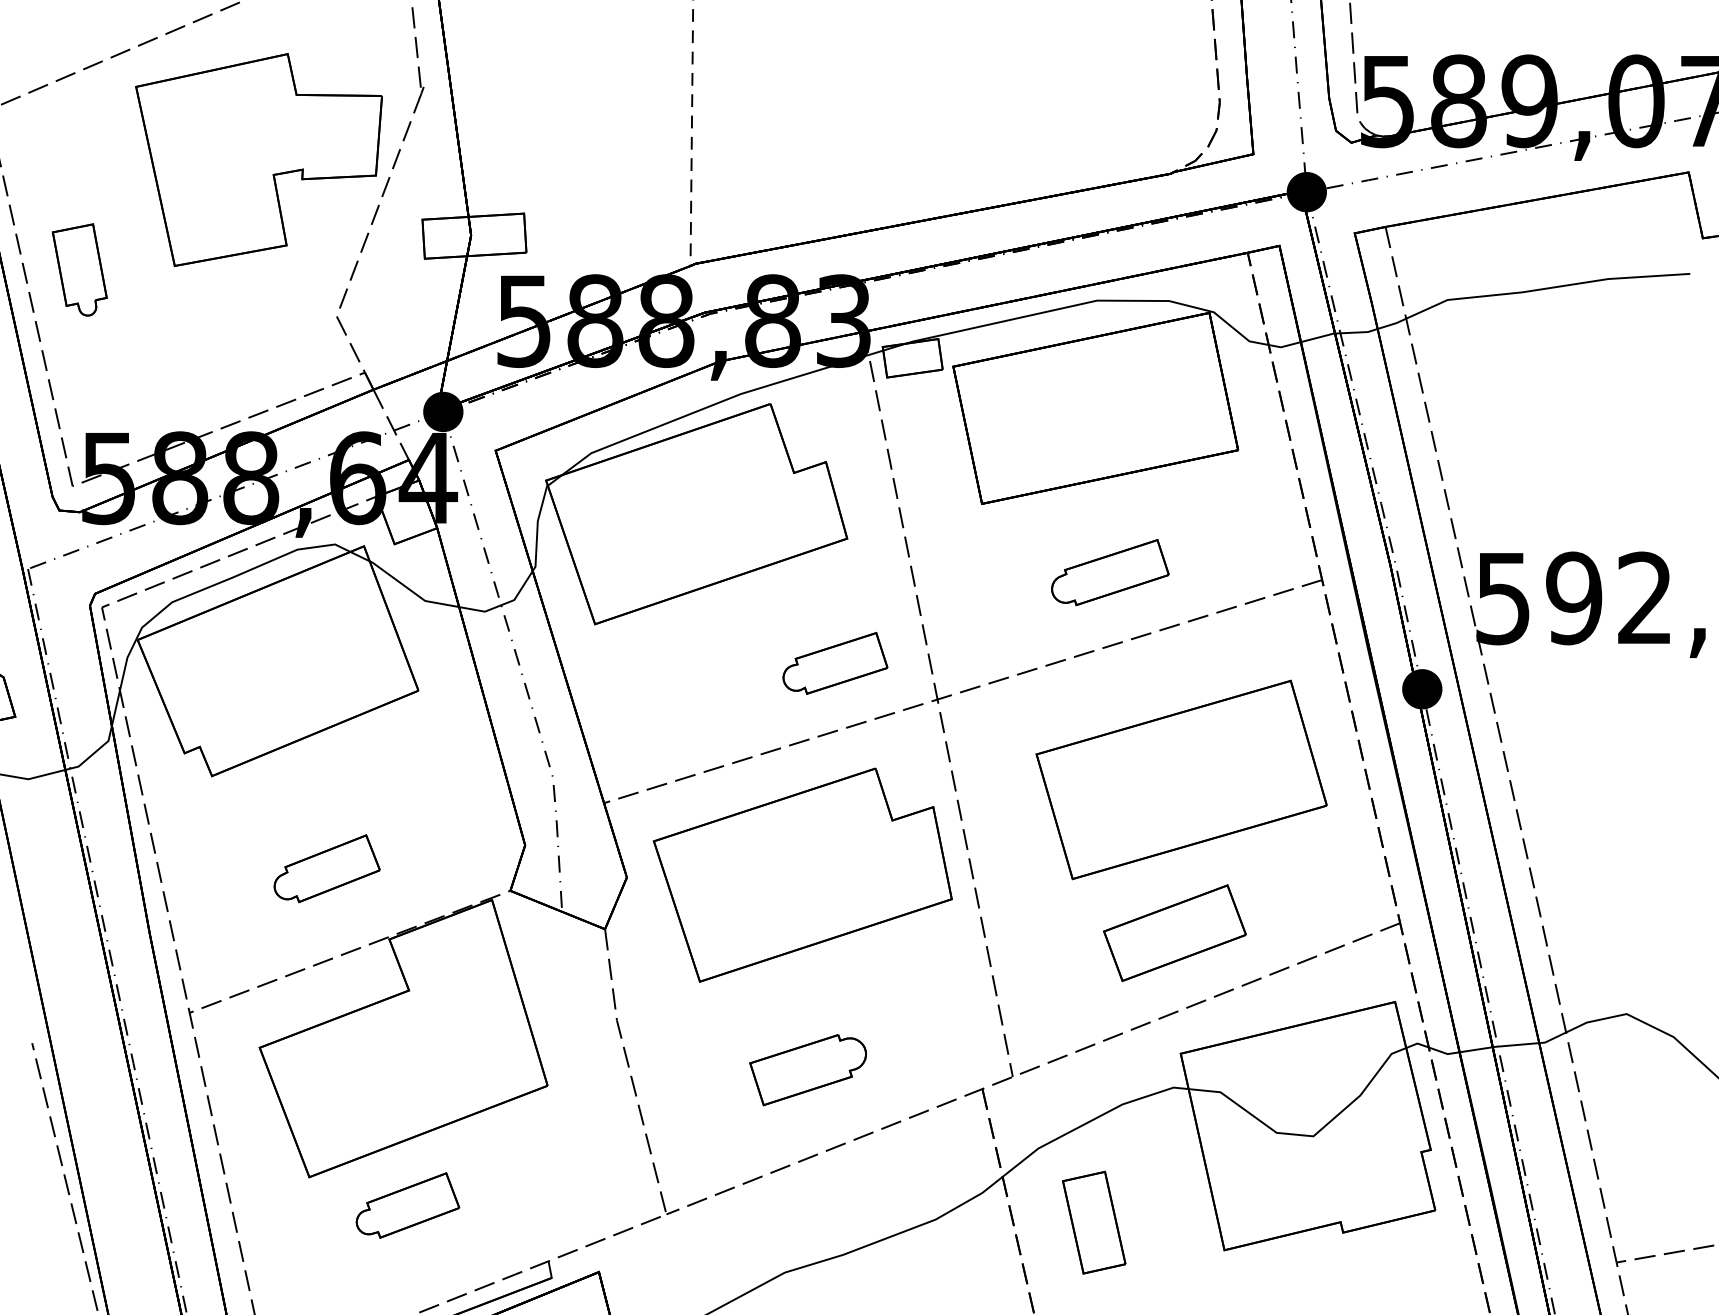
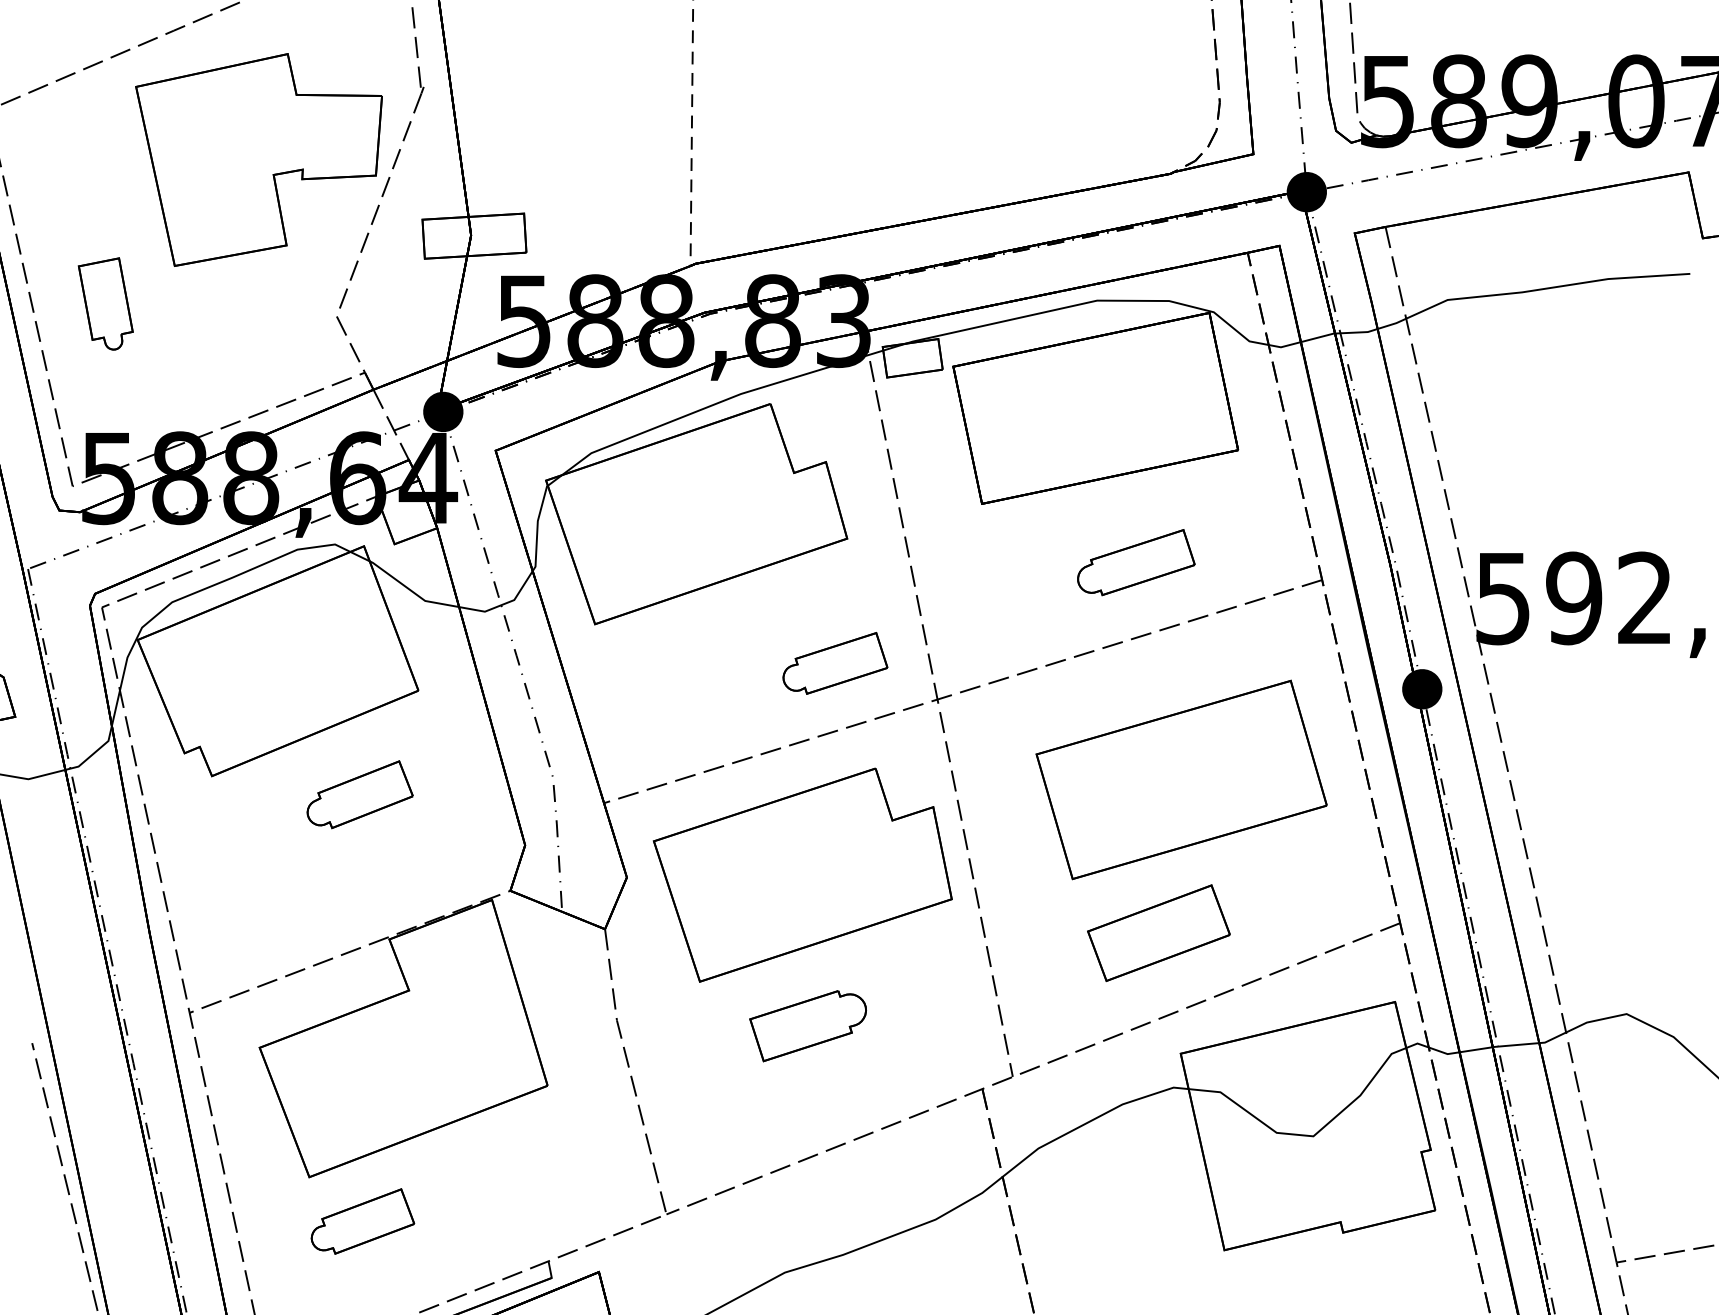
part at (79, 269) position: (79, 269) -> (105, 303)
part at (1110, 572) position: (1110, 572) -> (1136, 562)
part at (326, 868) position: (326, 868) -> (359, 794)
part at (1174, 933) position: (1174, 933) -> (1158, 933)
part at (807, 1070) position: (807, 1070) -> (807, 1026)
part at (407, 1205) position: (407, 1205) -> (362, 1221)
part at (1094, 1222): present -> none
